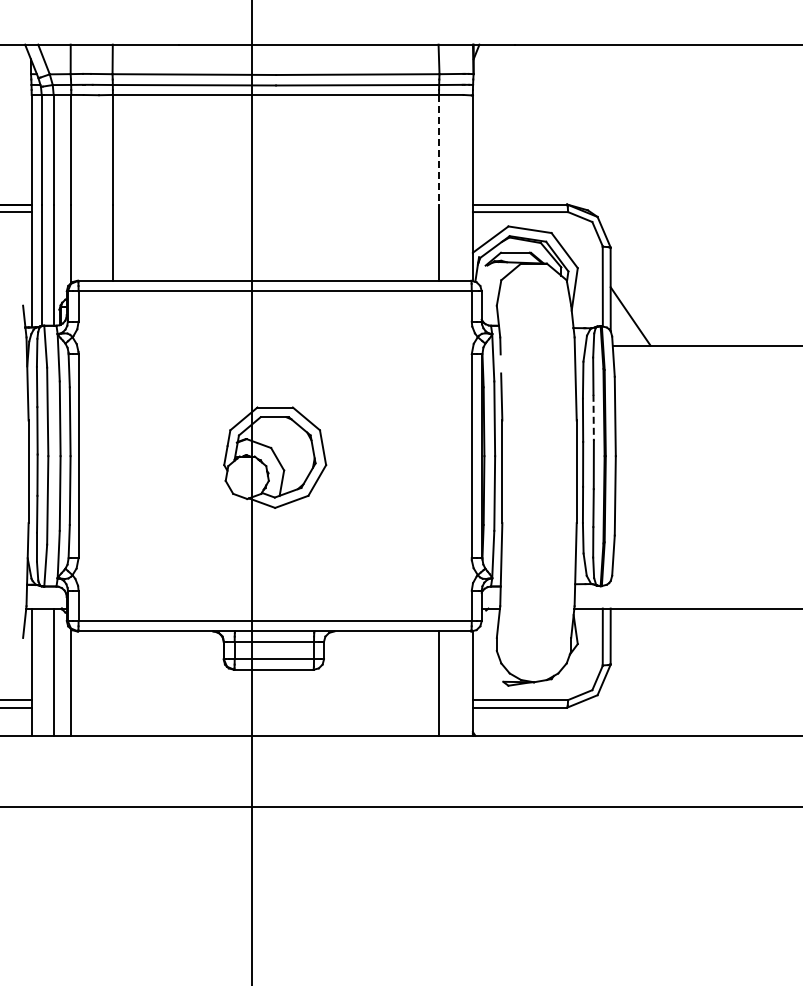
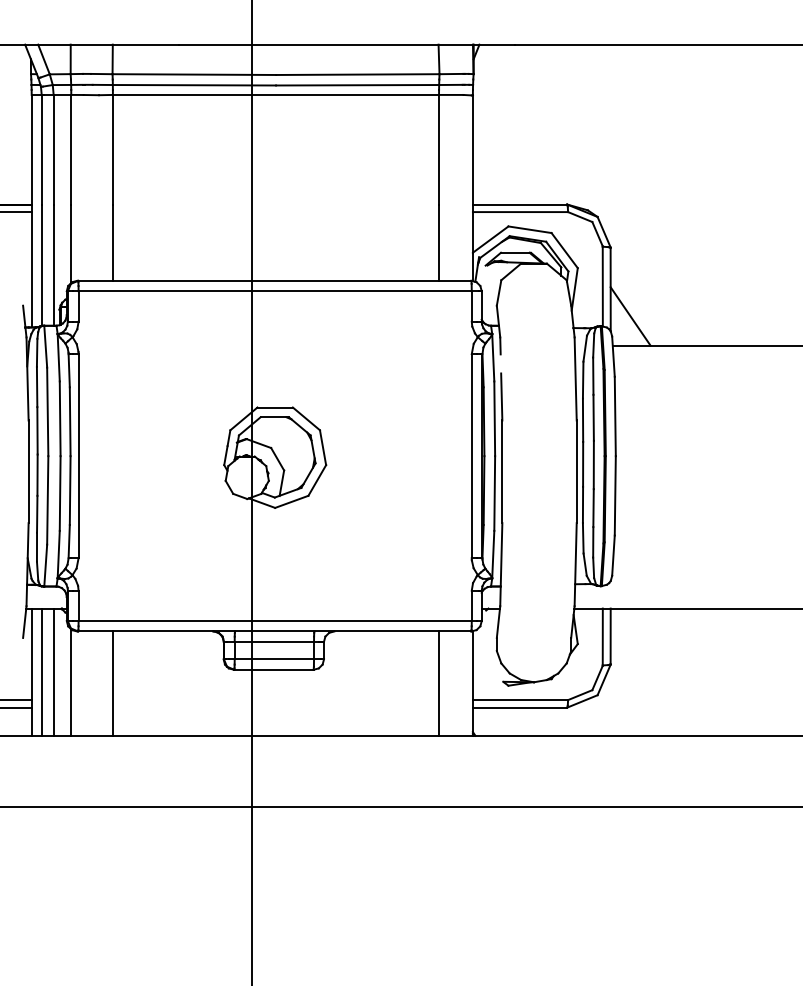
line at (439, 149): dashed -> solid
line at (593, 418): dashed -> solid
line at (41, 671): none -> present
line at (112, 683): none -> present
